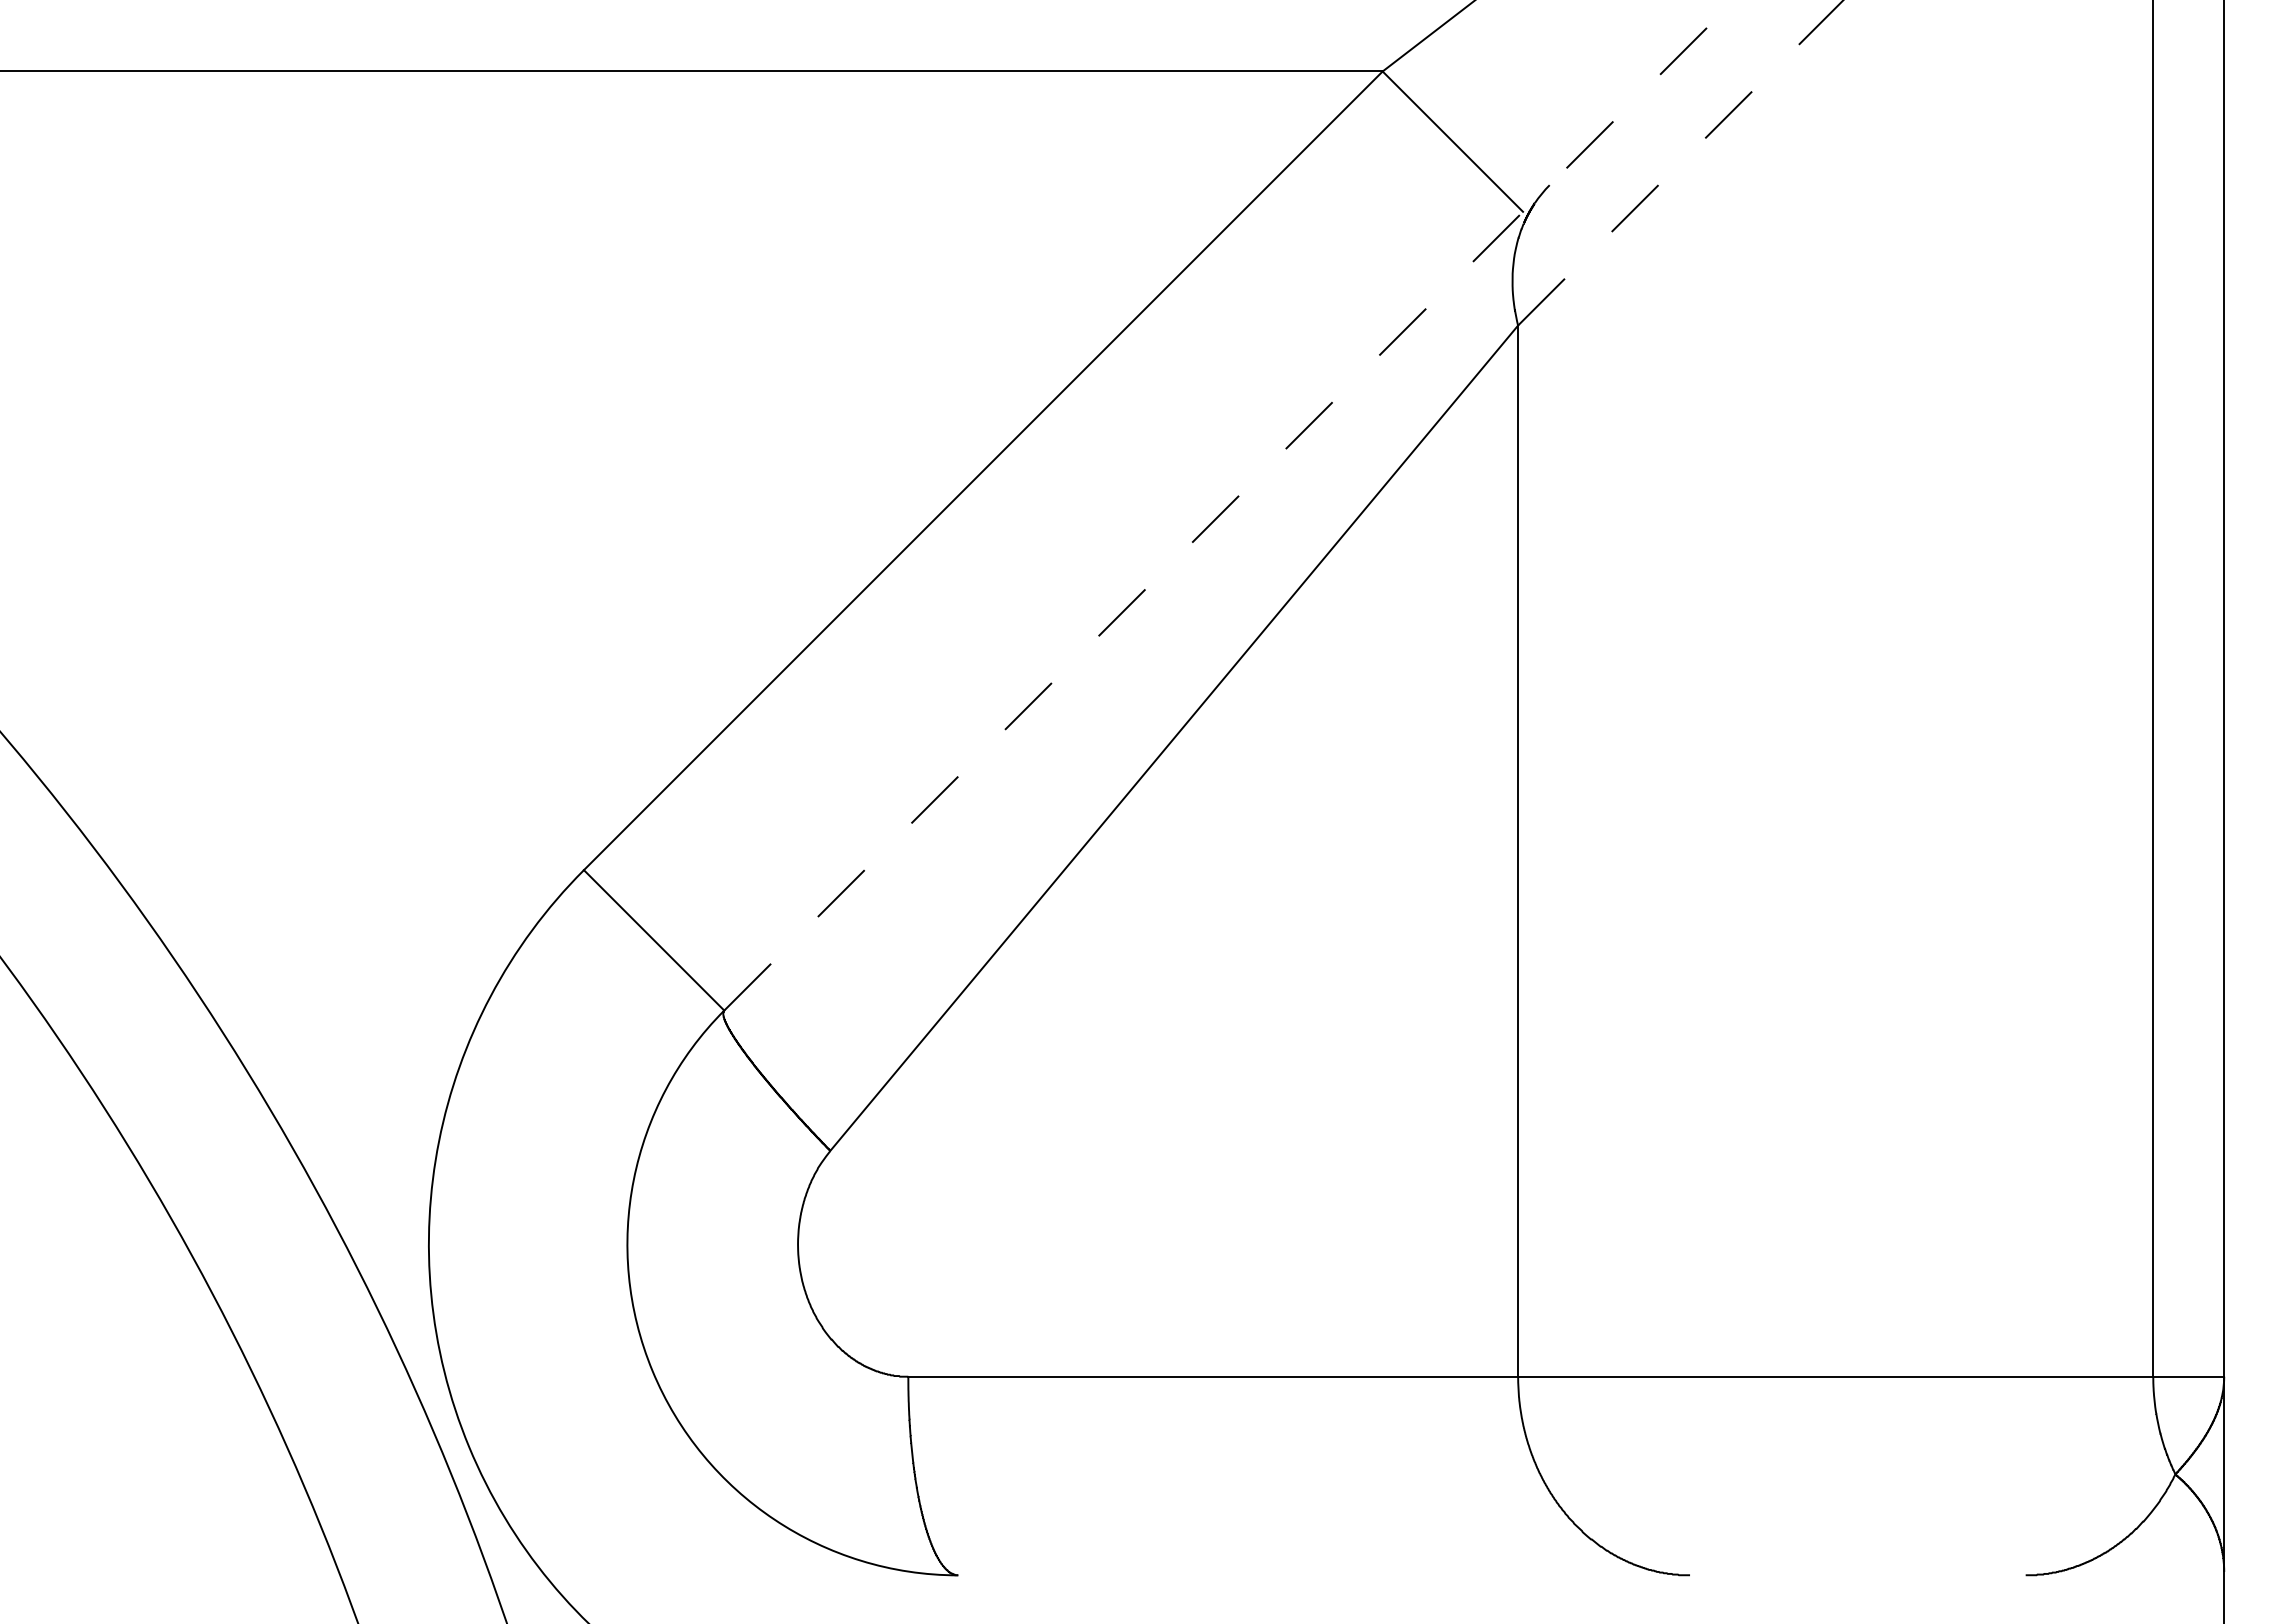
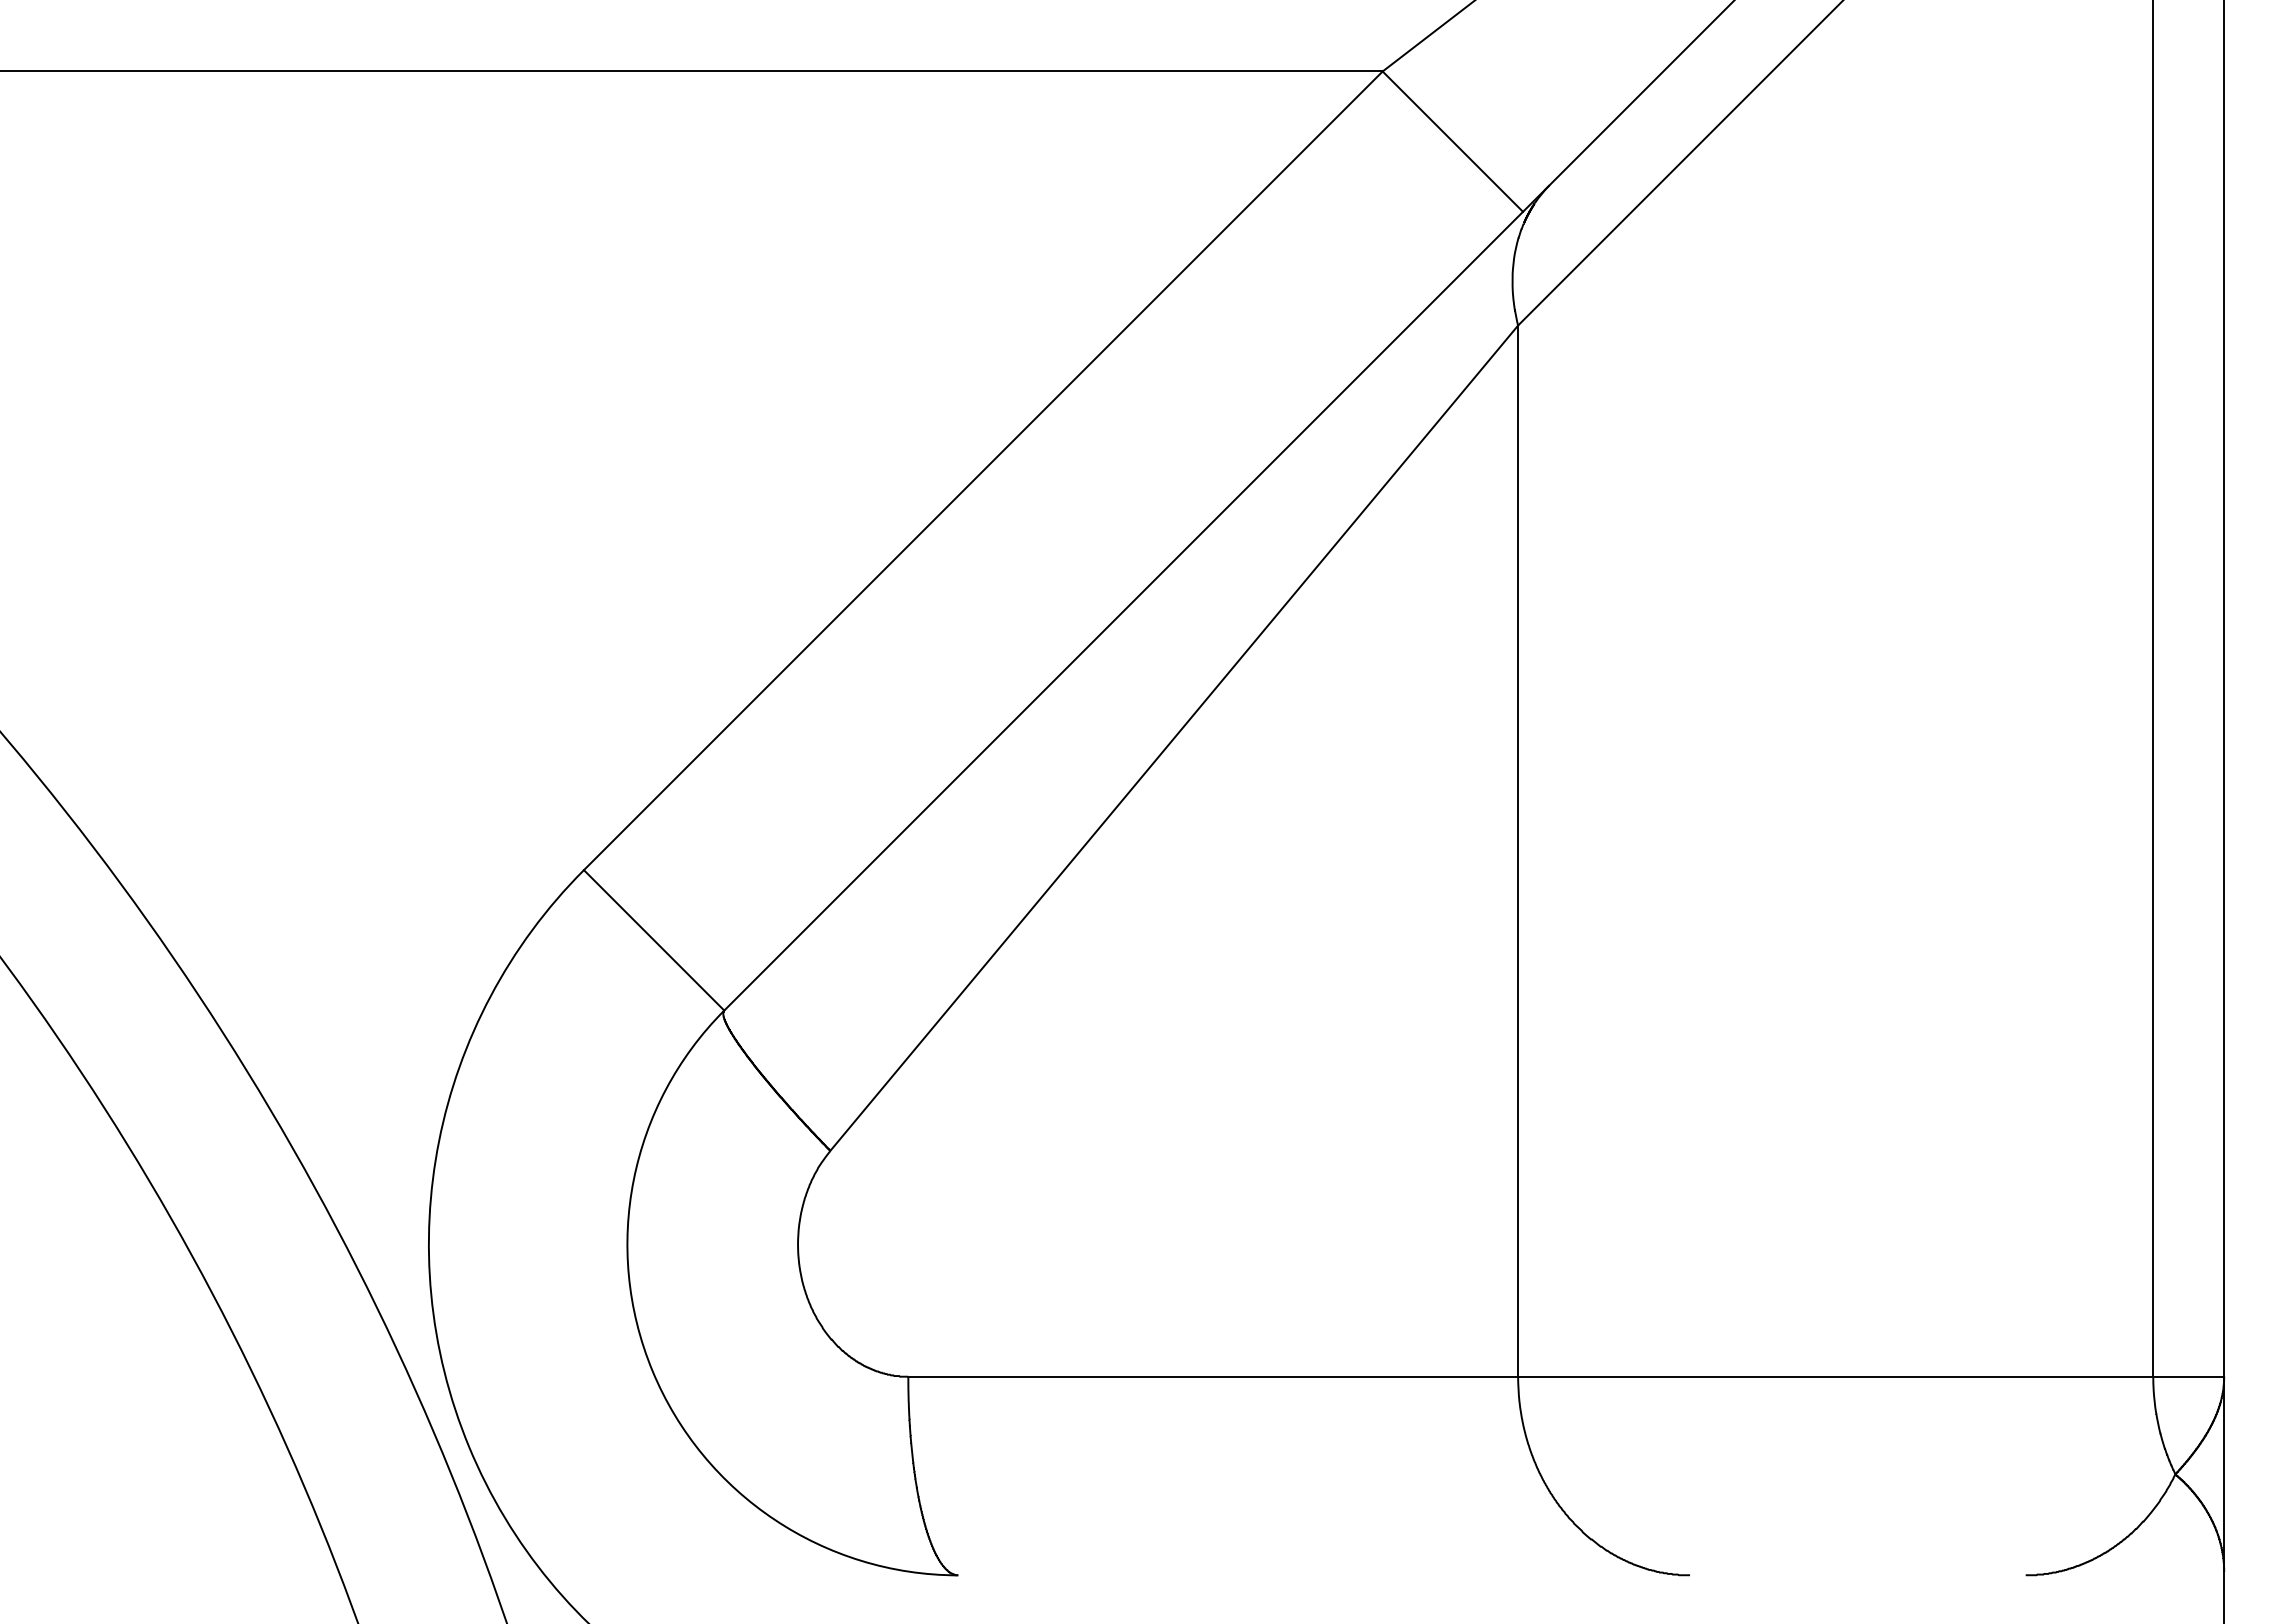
line at (1680, 162): dashed -> solid
line at (1229, 505): dashed -> solid
